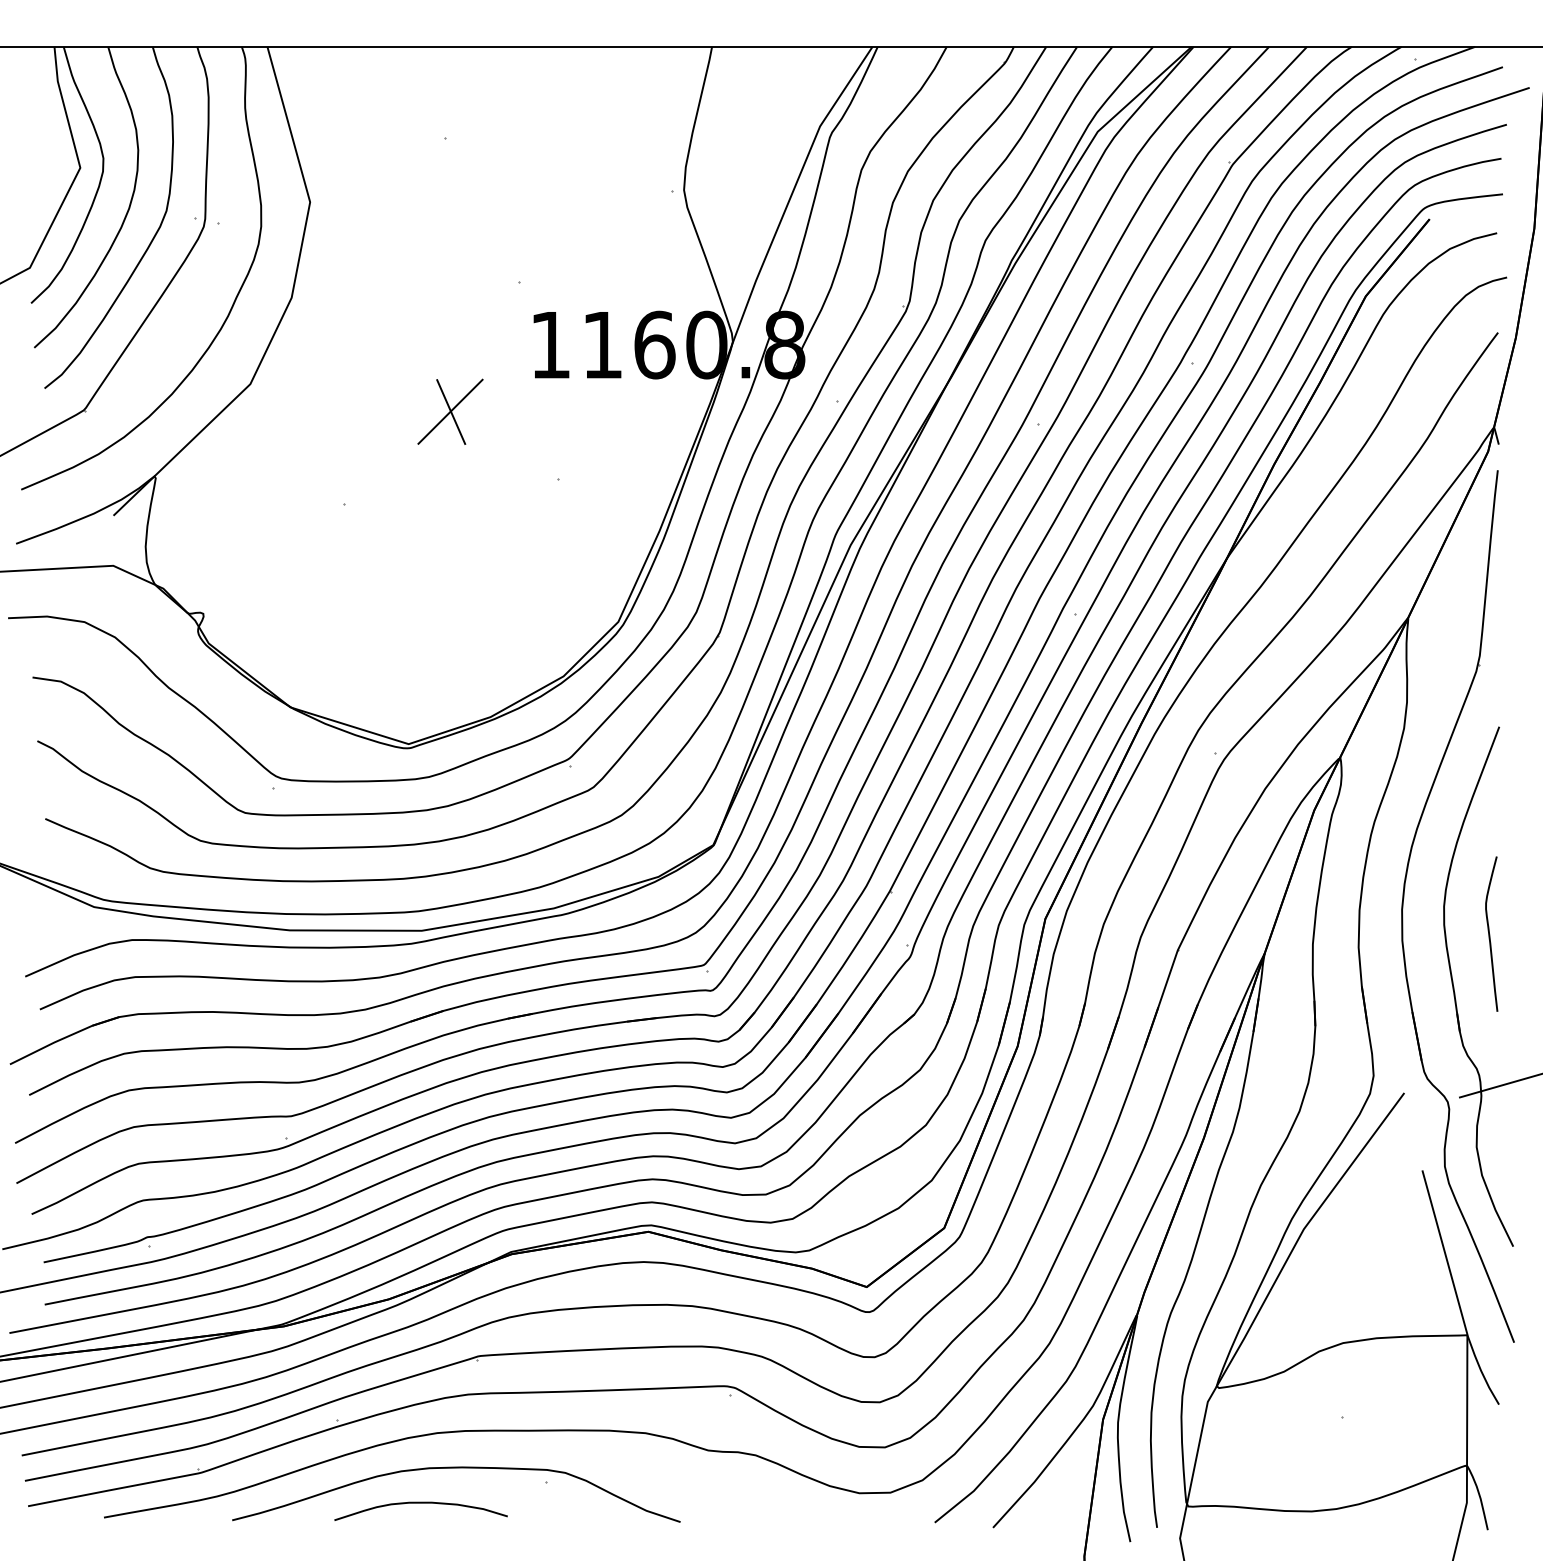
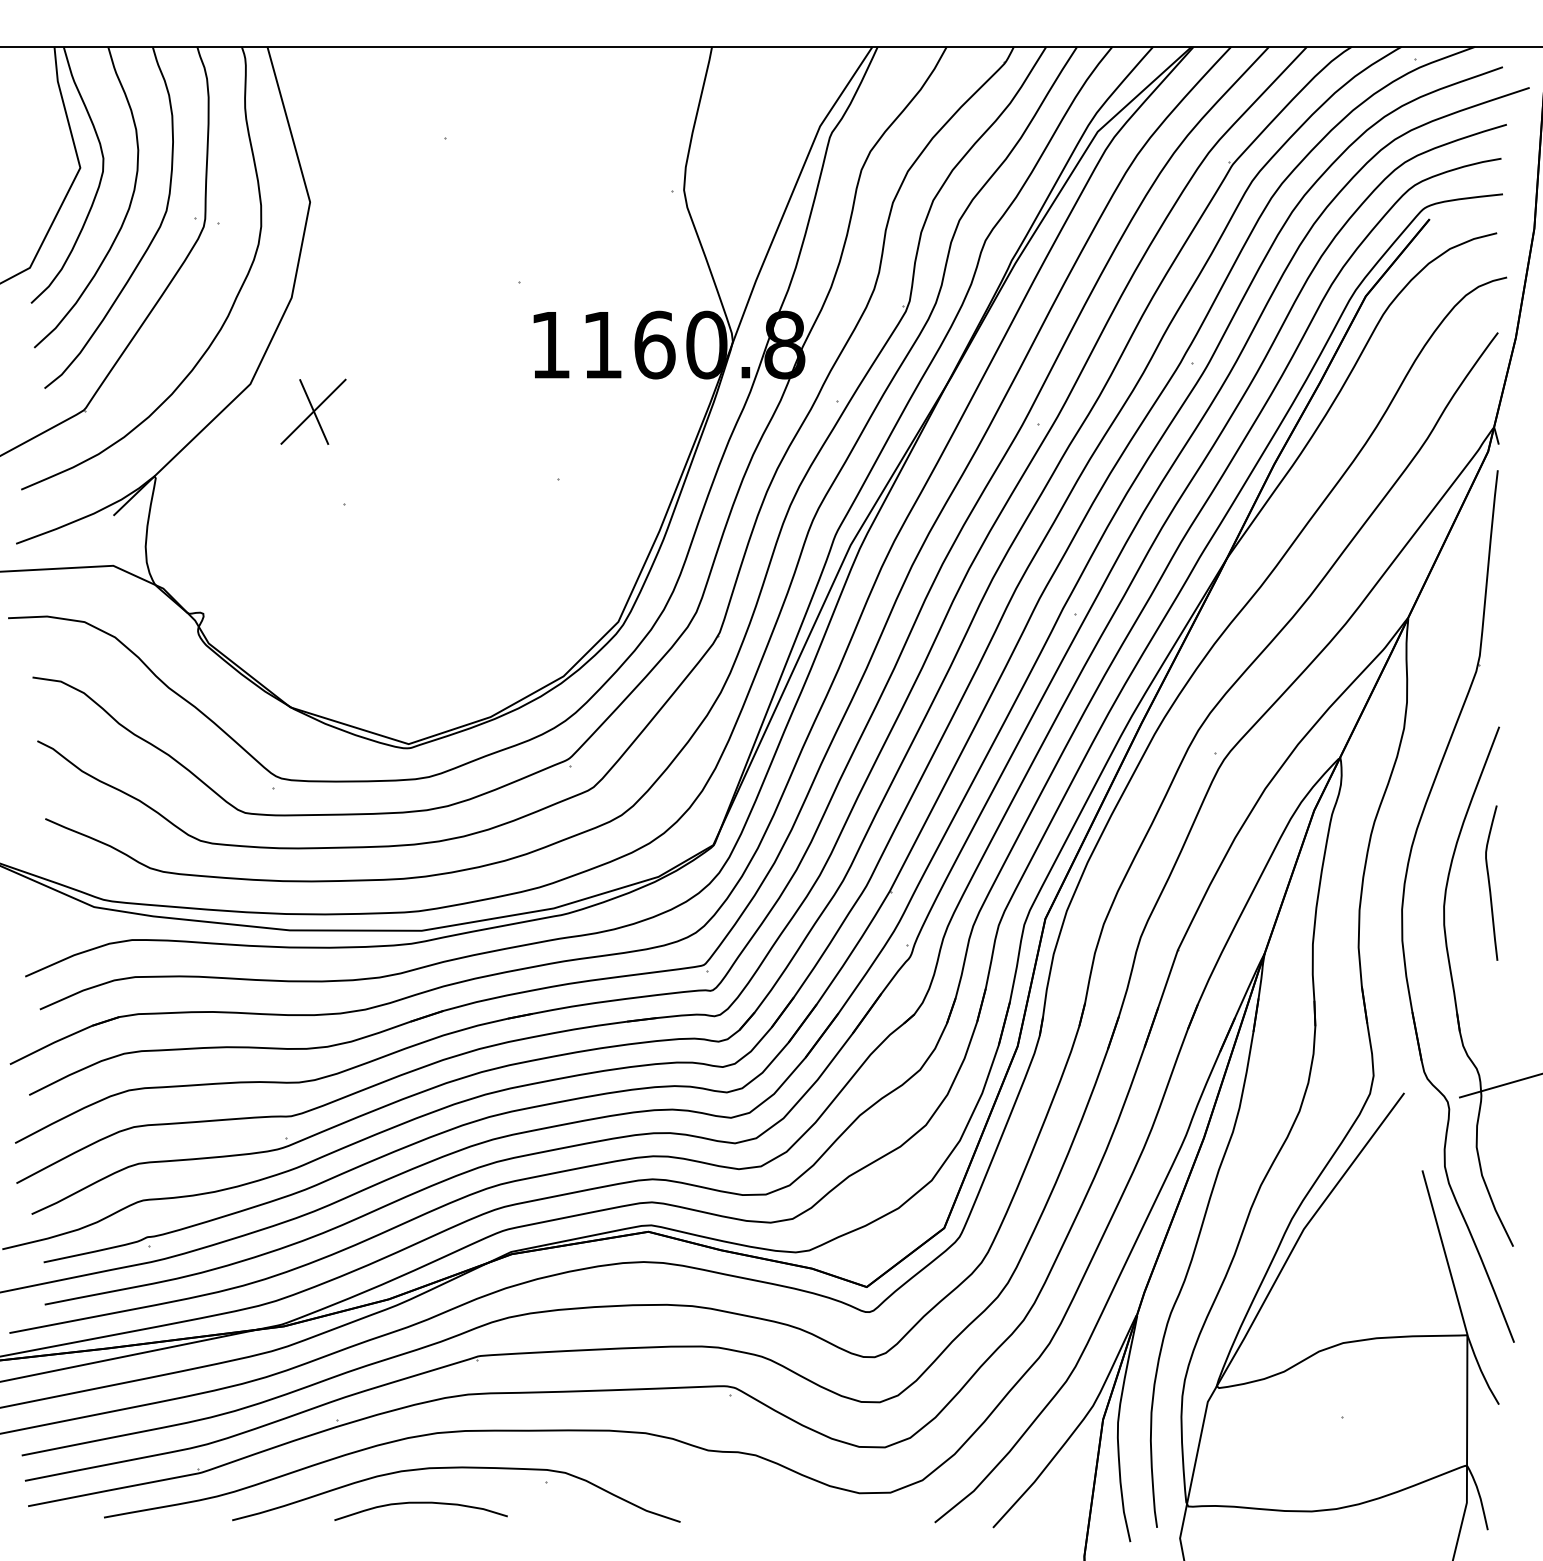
part at (450, 411) position: (450, 411) -> (313, 411)
curve at (1490, 934) position: (1490, 934) -> (1490, 883)
